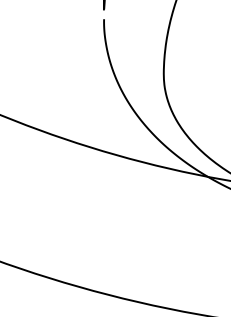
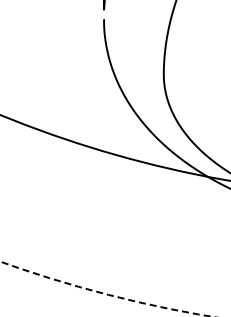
circle at (106, 288): solid -> dashed
